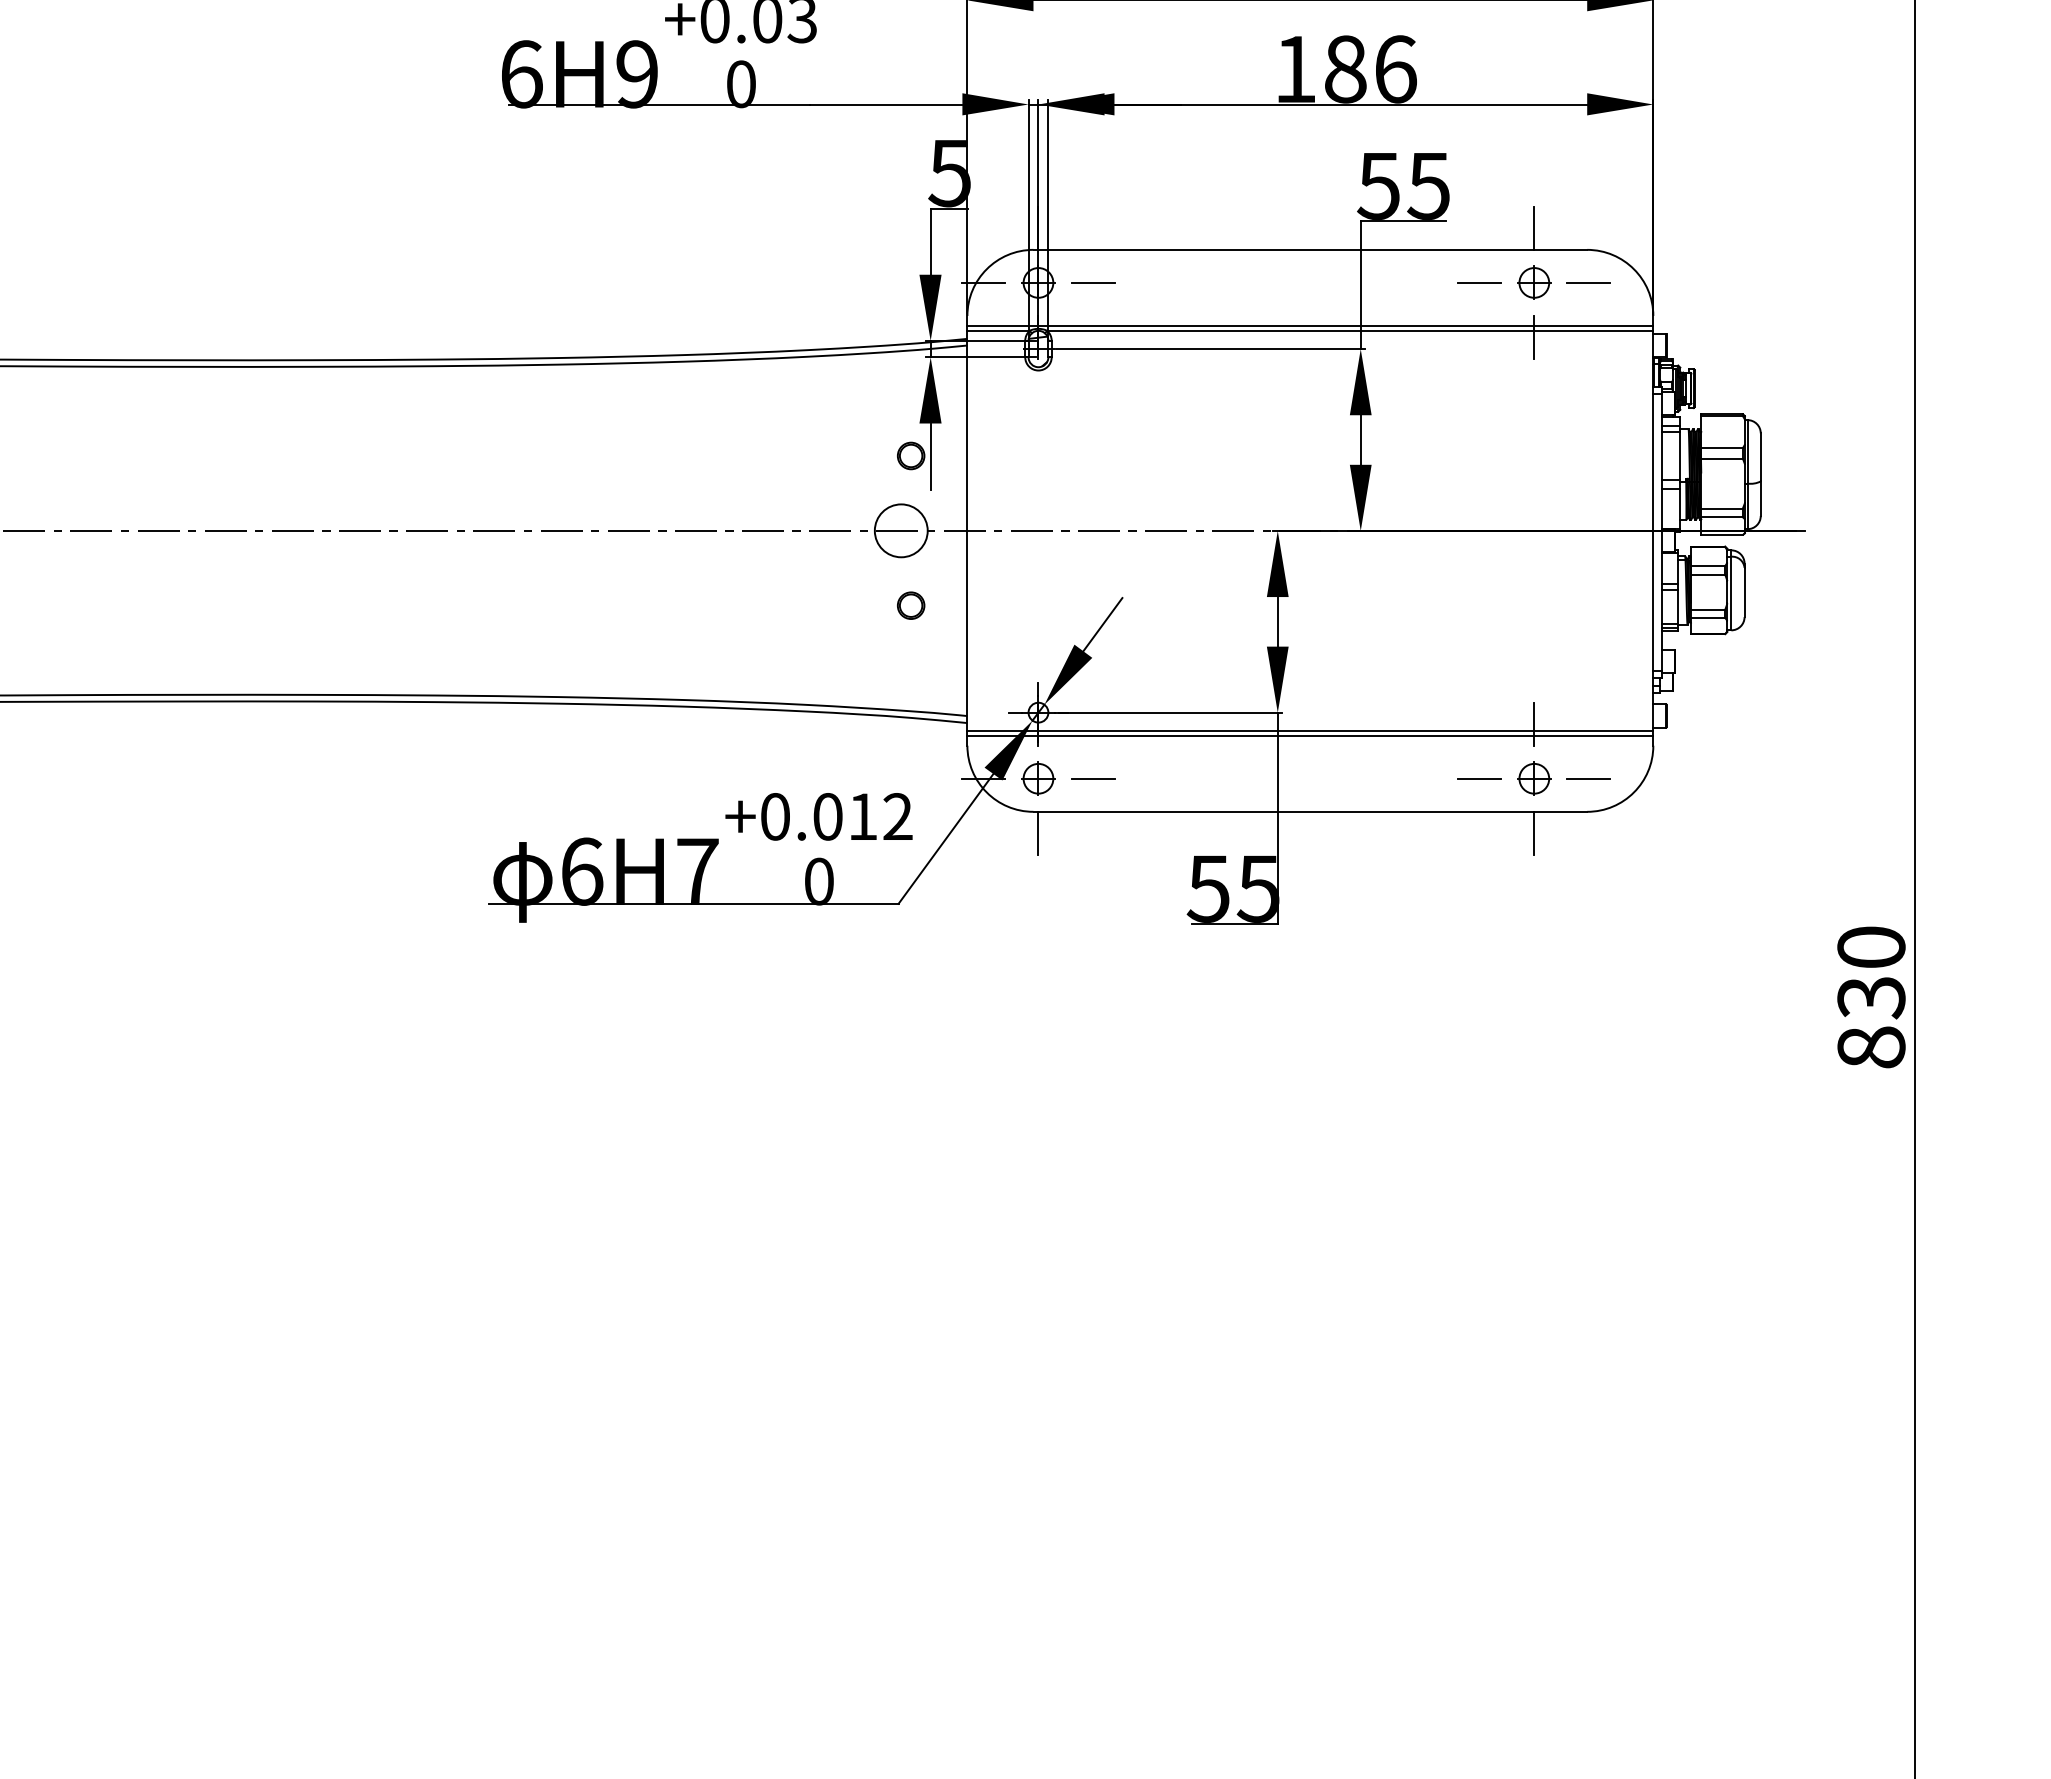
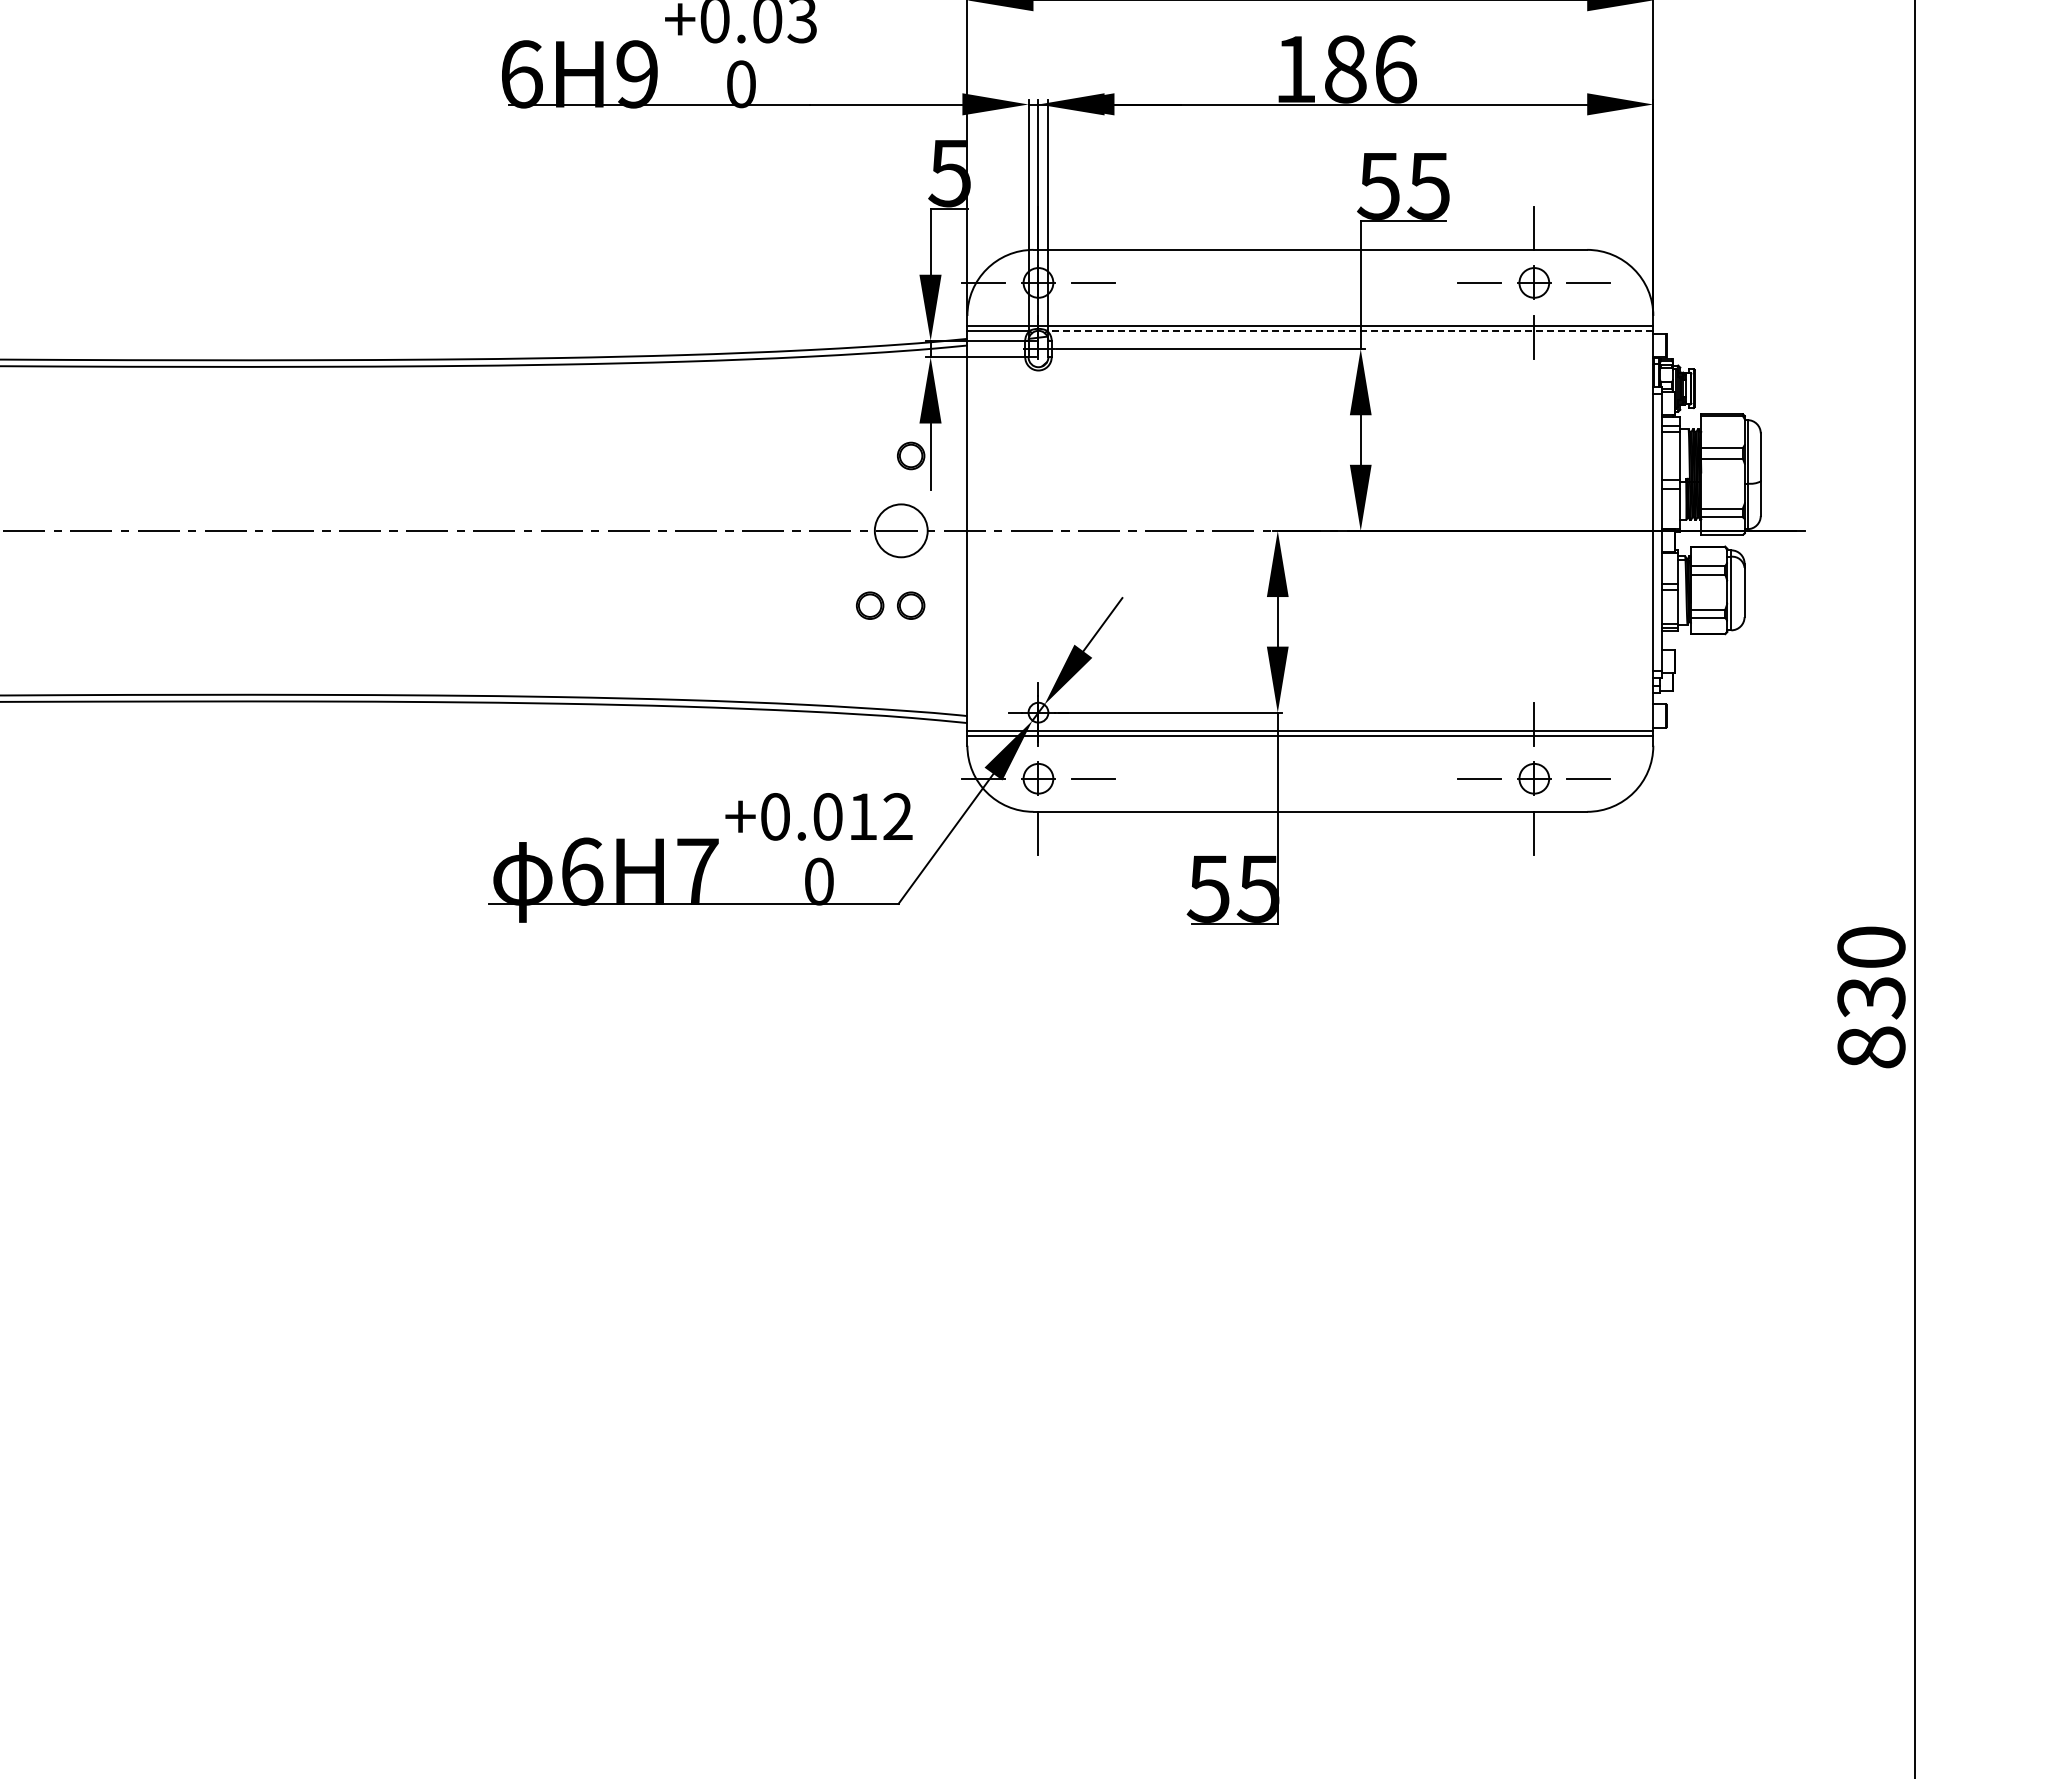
line at (1349, 330): solid -> dashed
part at (870, 605): none -> present
